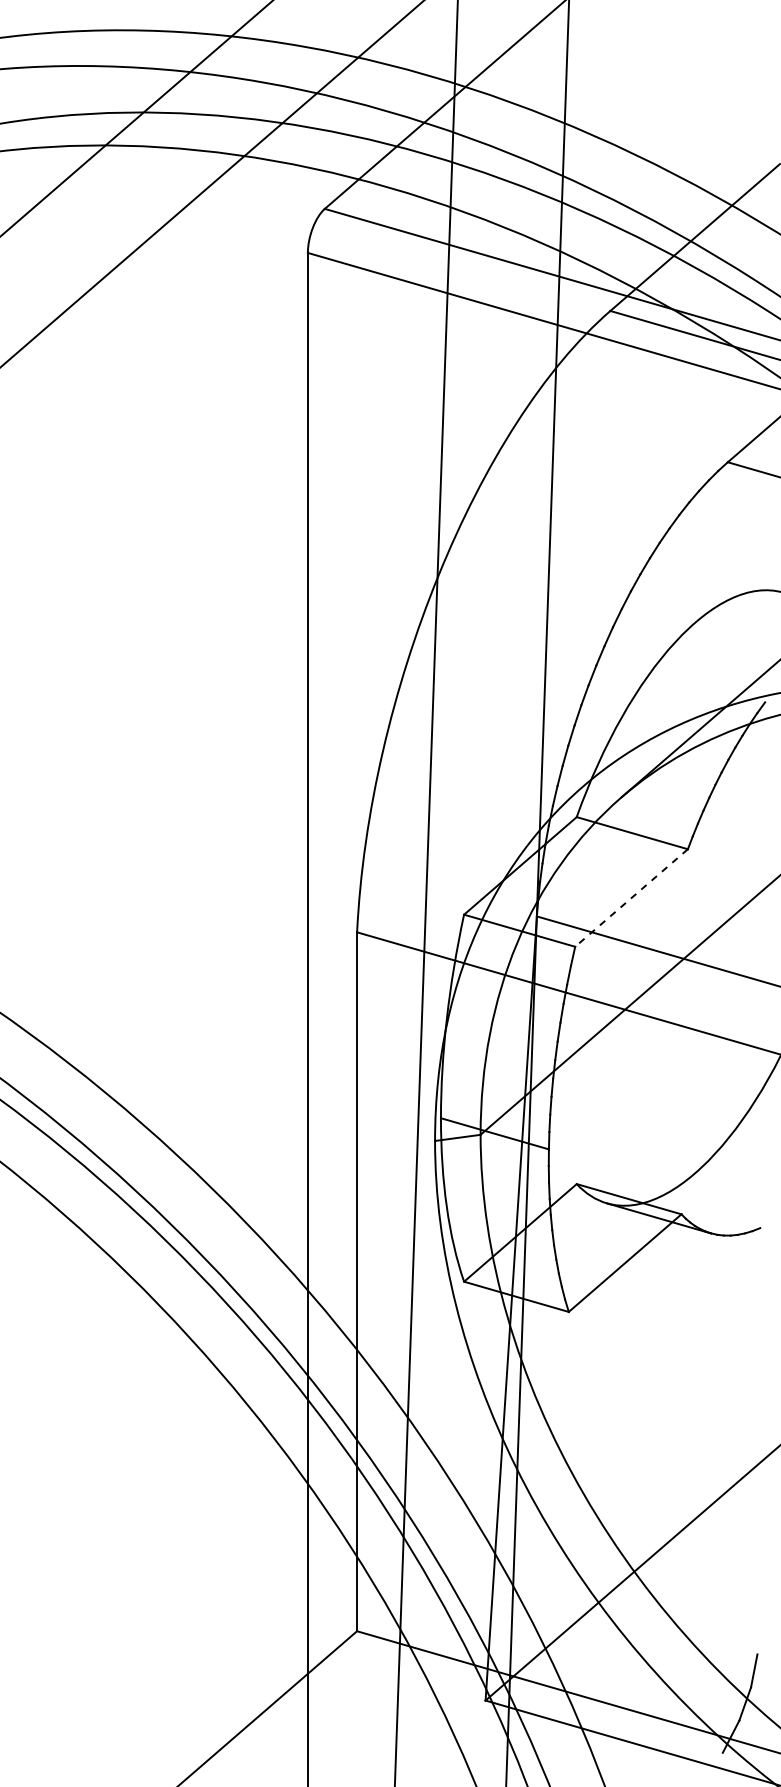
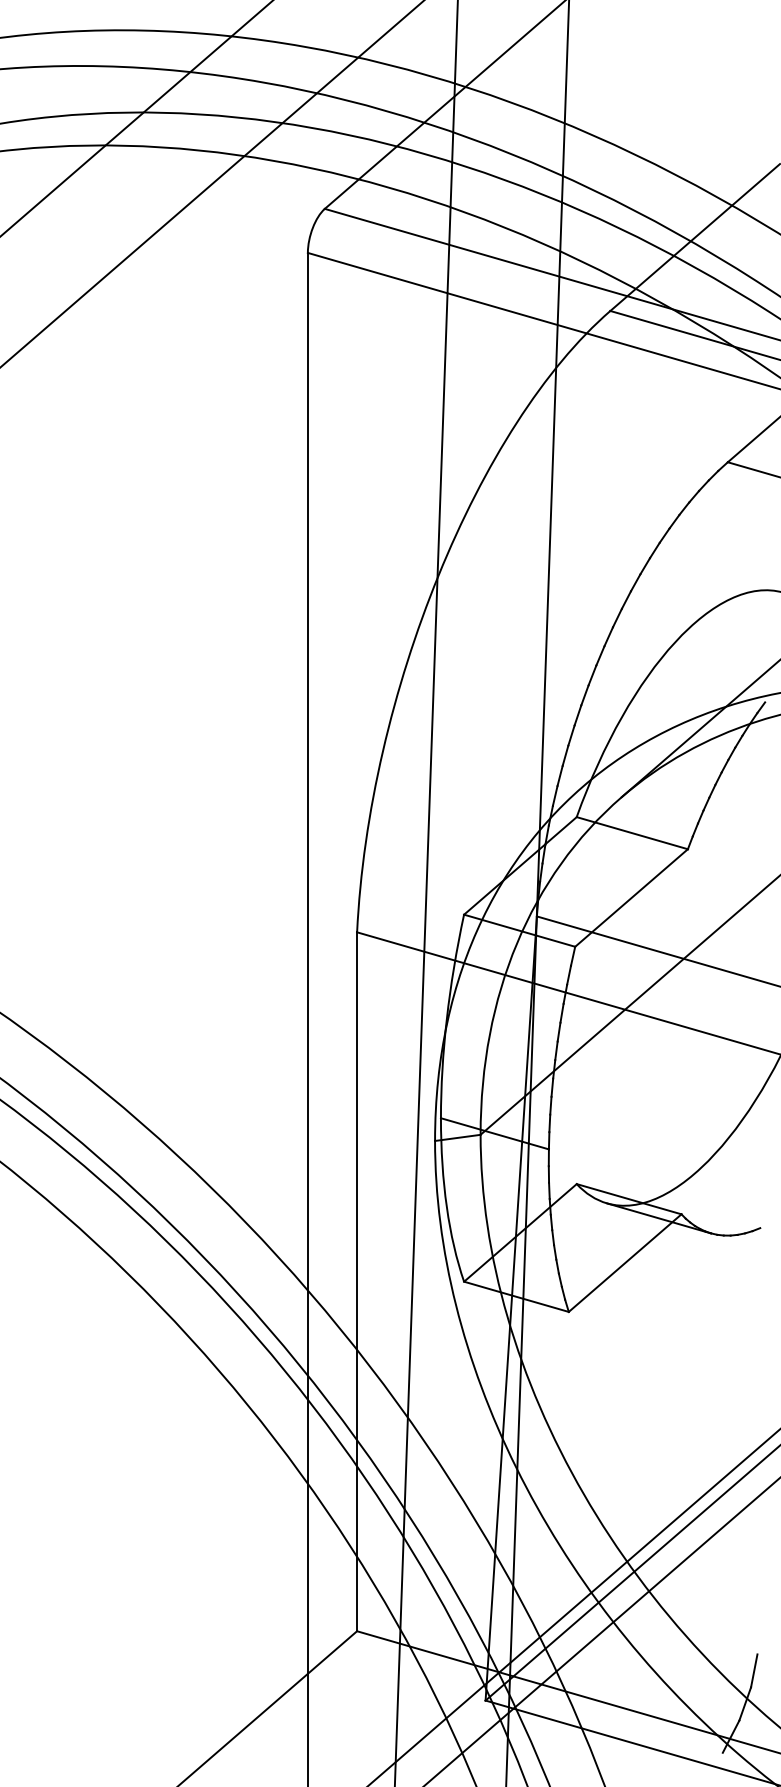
line at (631, 898): dashed -> solid
line at (573, 1607): none -> present
line at (601, 1631): none -> present
